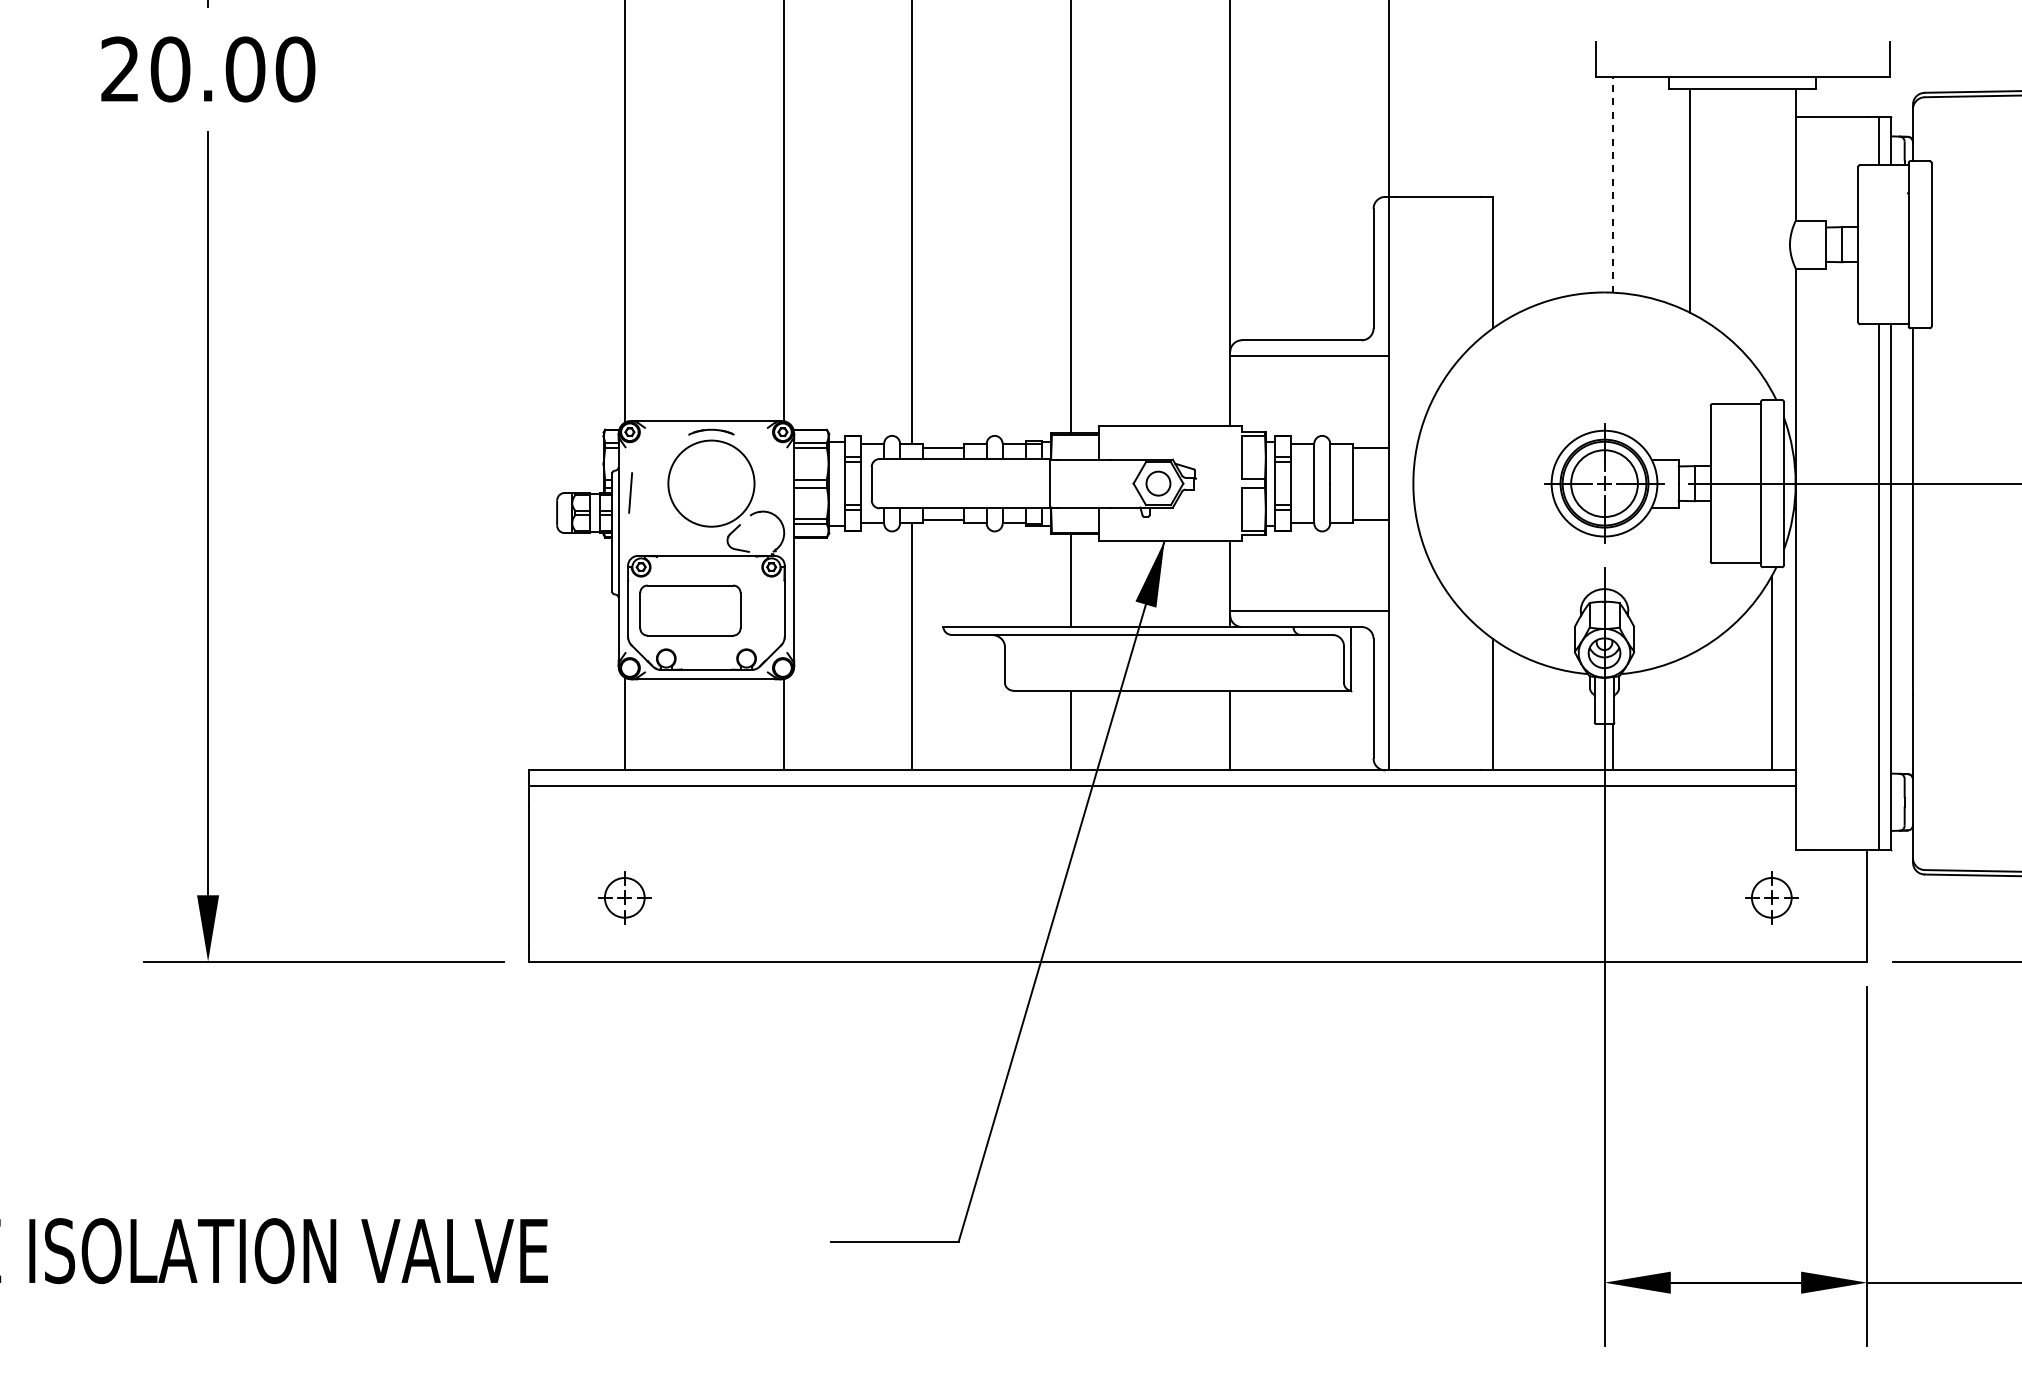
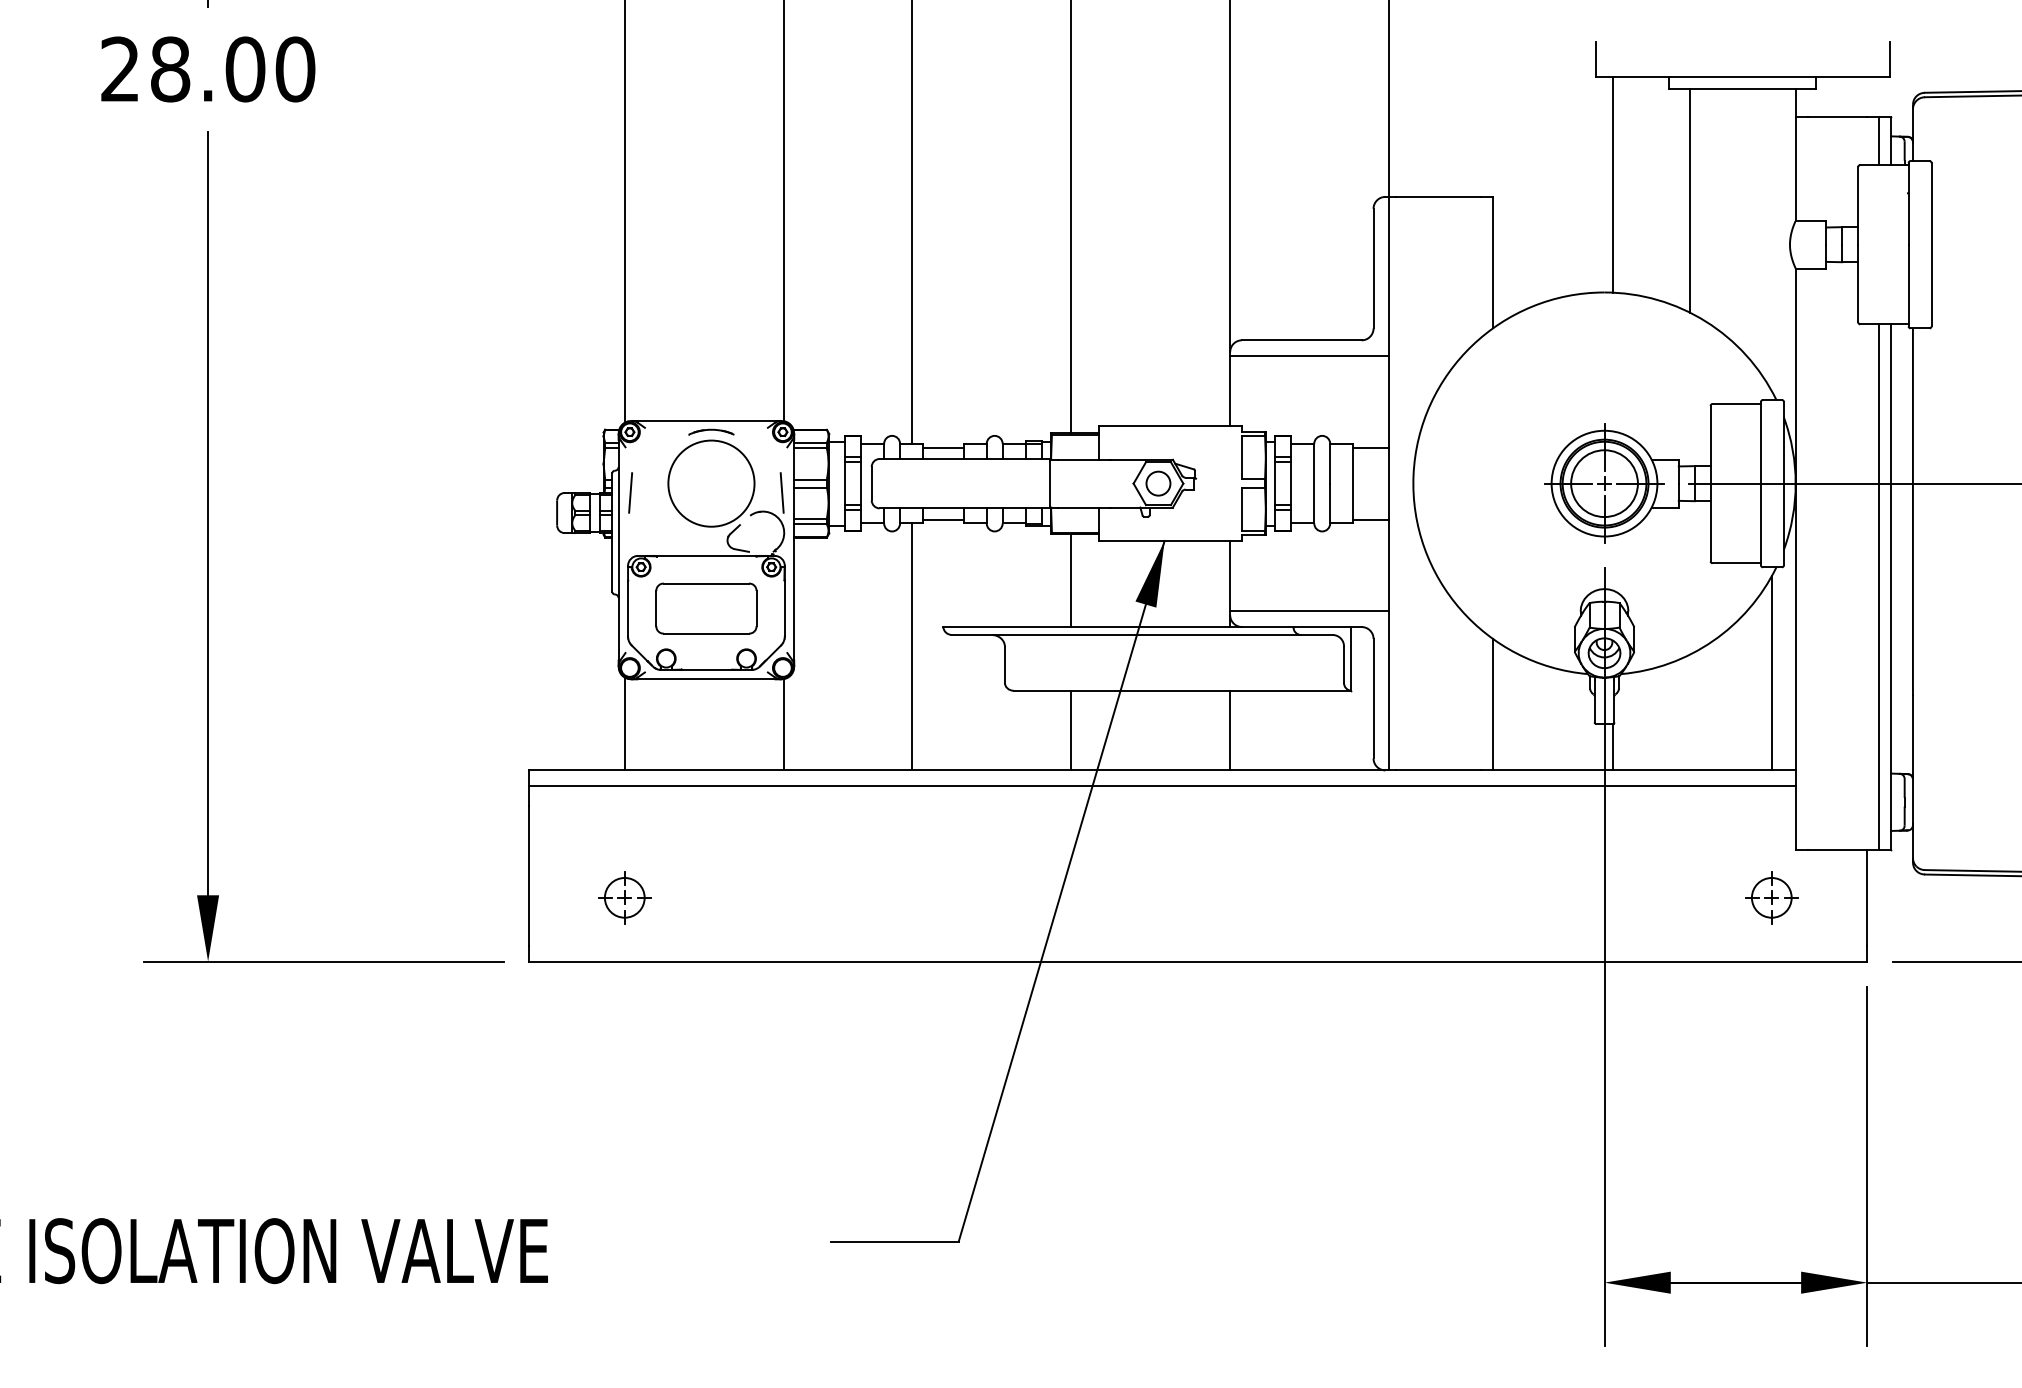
text at (170, 69): 20.00 -> 28.00
line at (1612, 184): dashed -> solid
line at (781, 492): none -> present
part at (690, 610) position: (690, 610) -> (706, 608)
